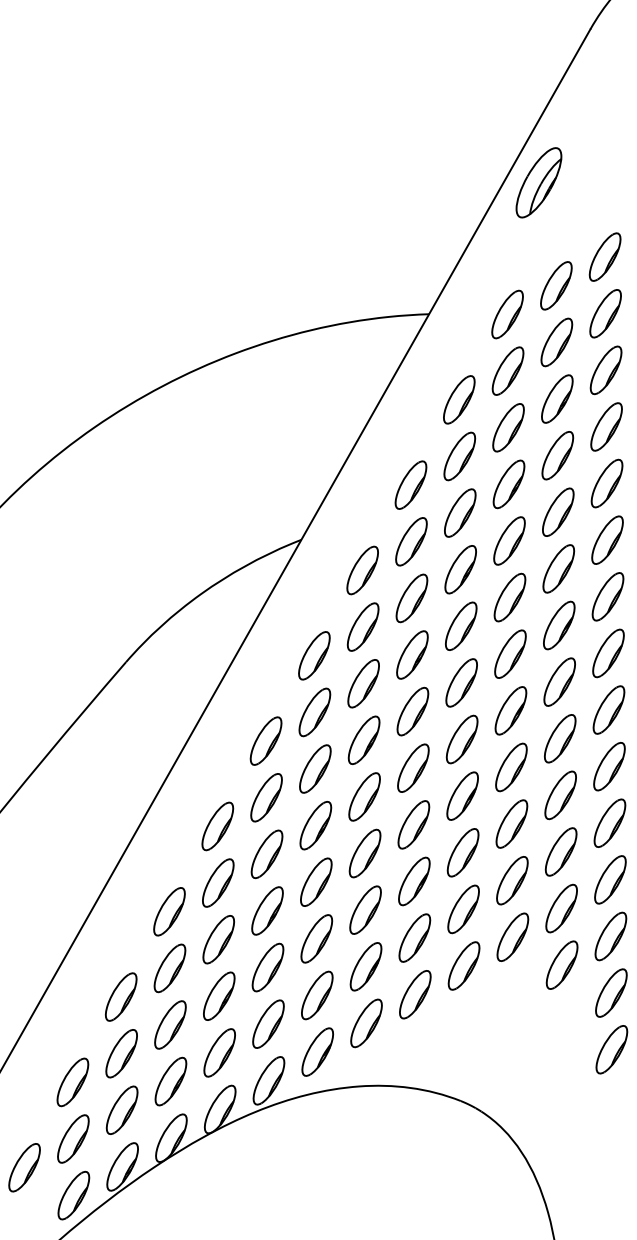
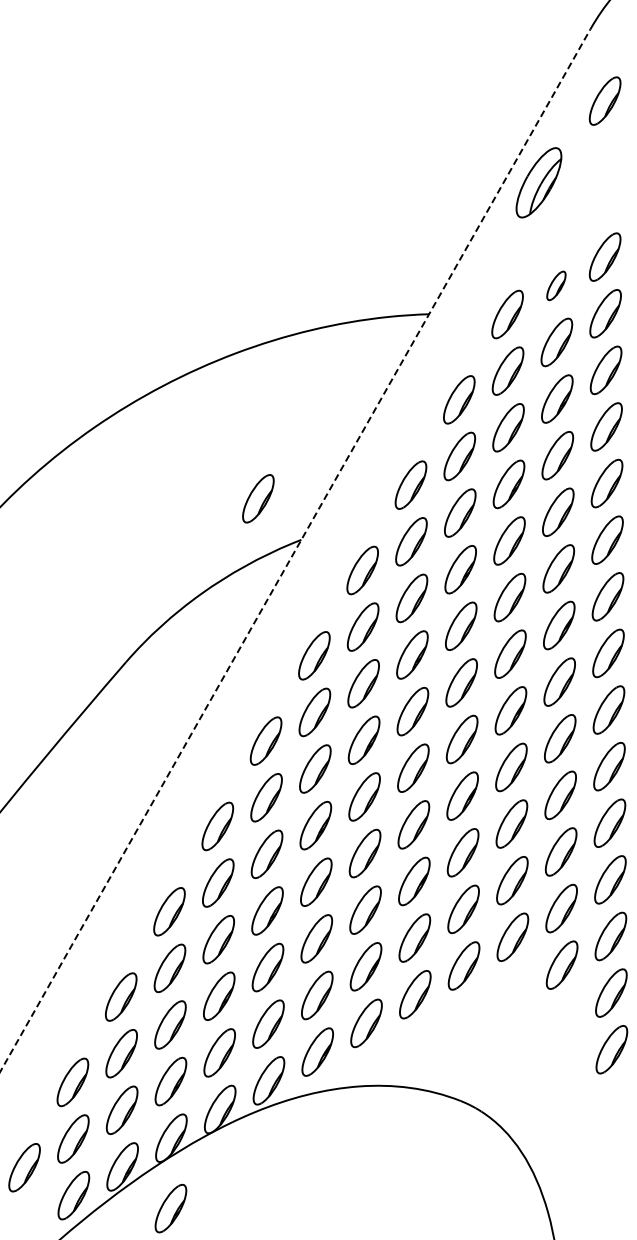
part at (604, 100): none -> present
part at (556, 285) size: 33x50 px -> 21x32 px
part at (258, 498): none -> present
line at (295, 550): solid -> dashed
part at (170, 1208): none -> present
